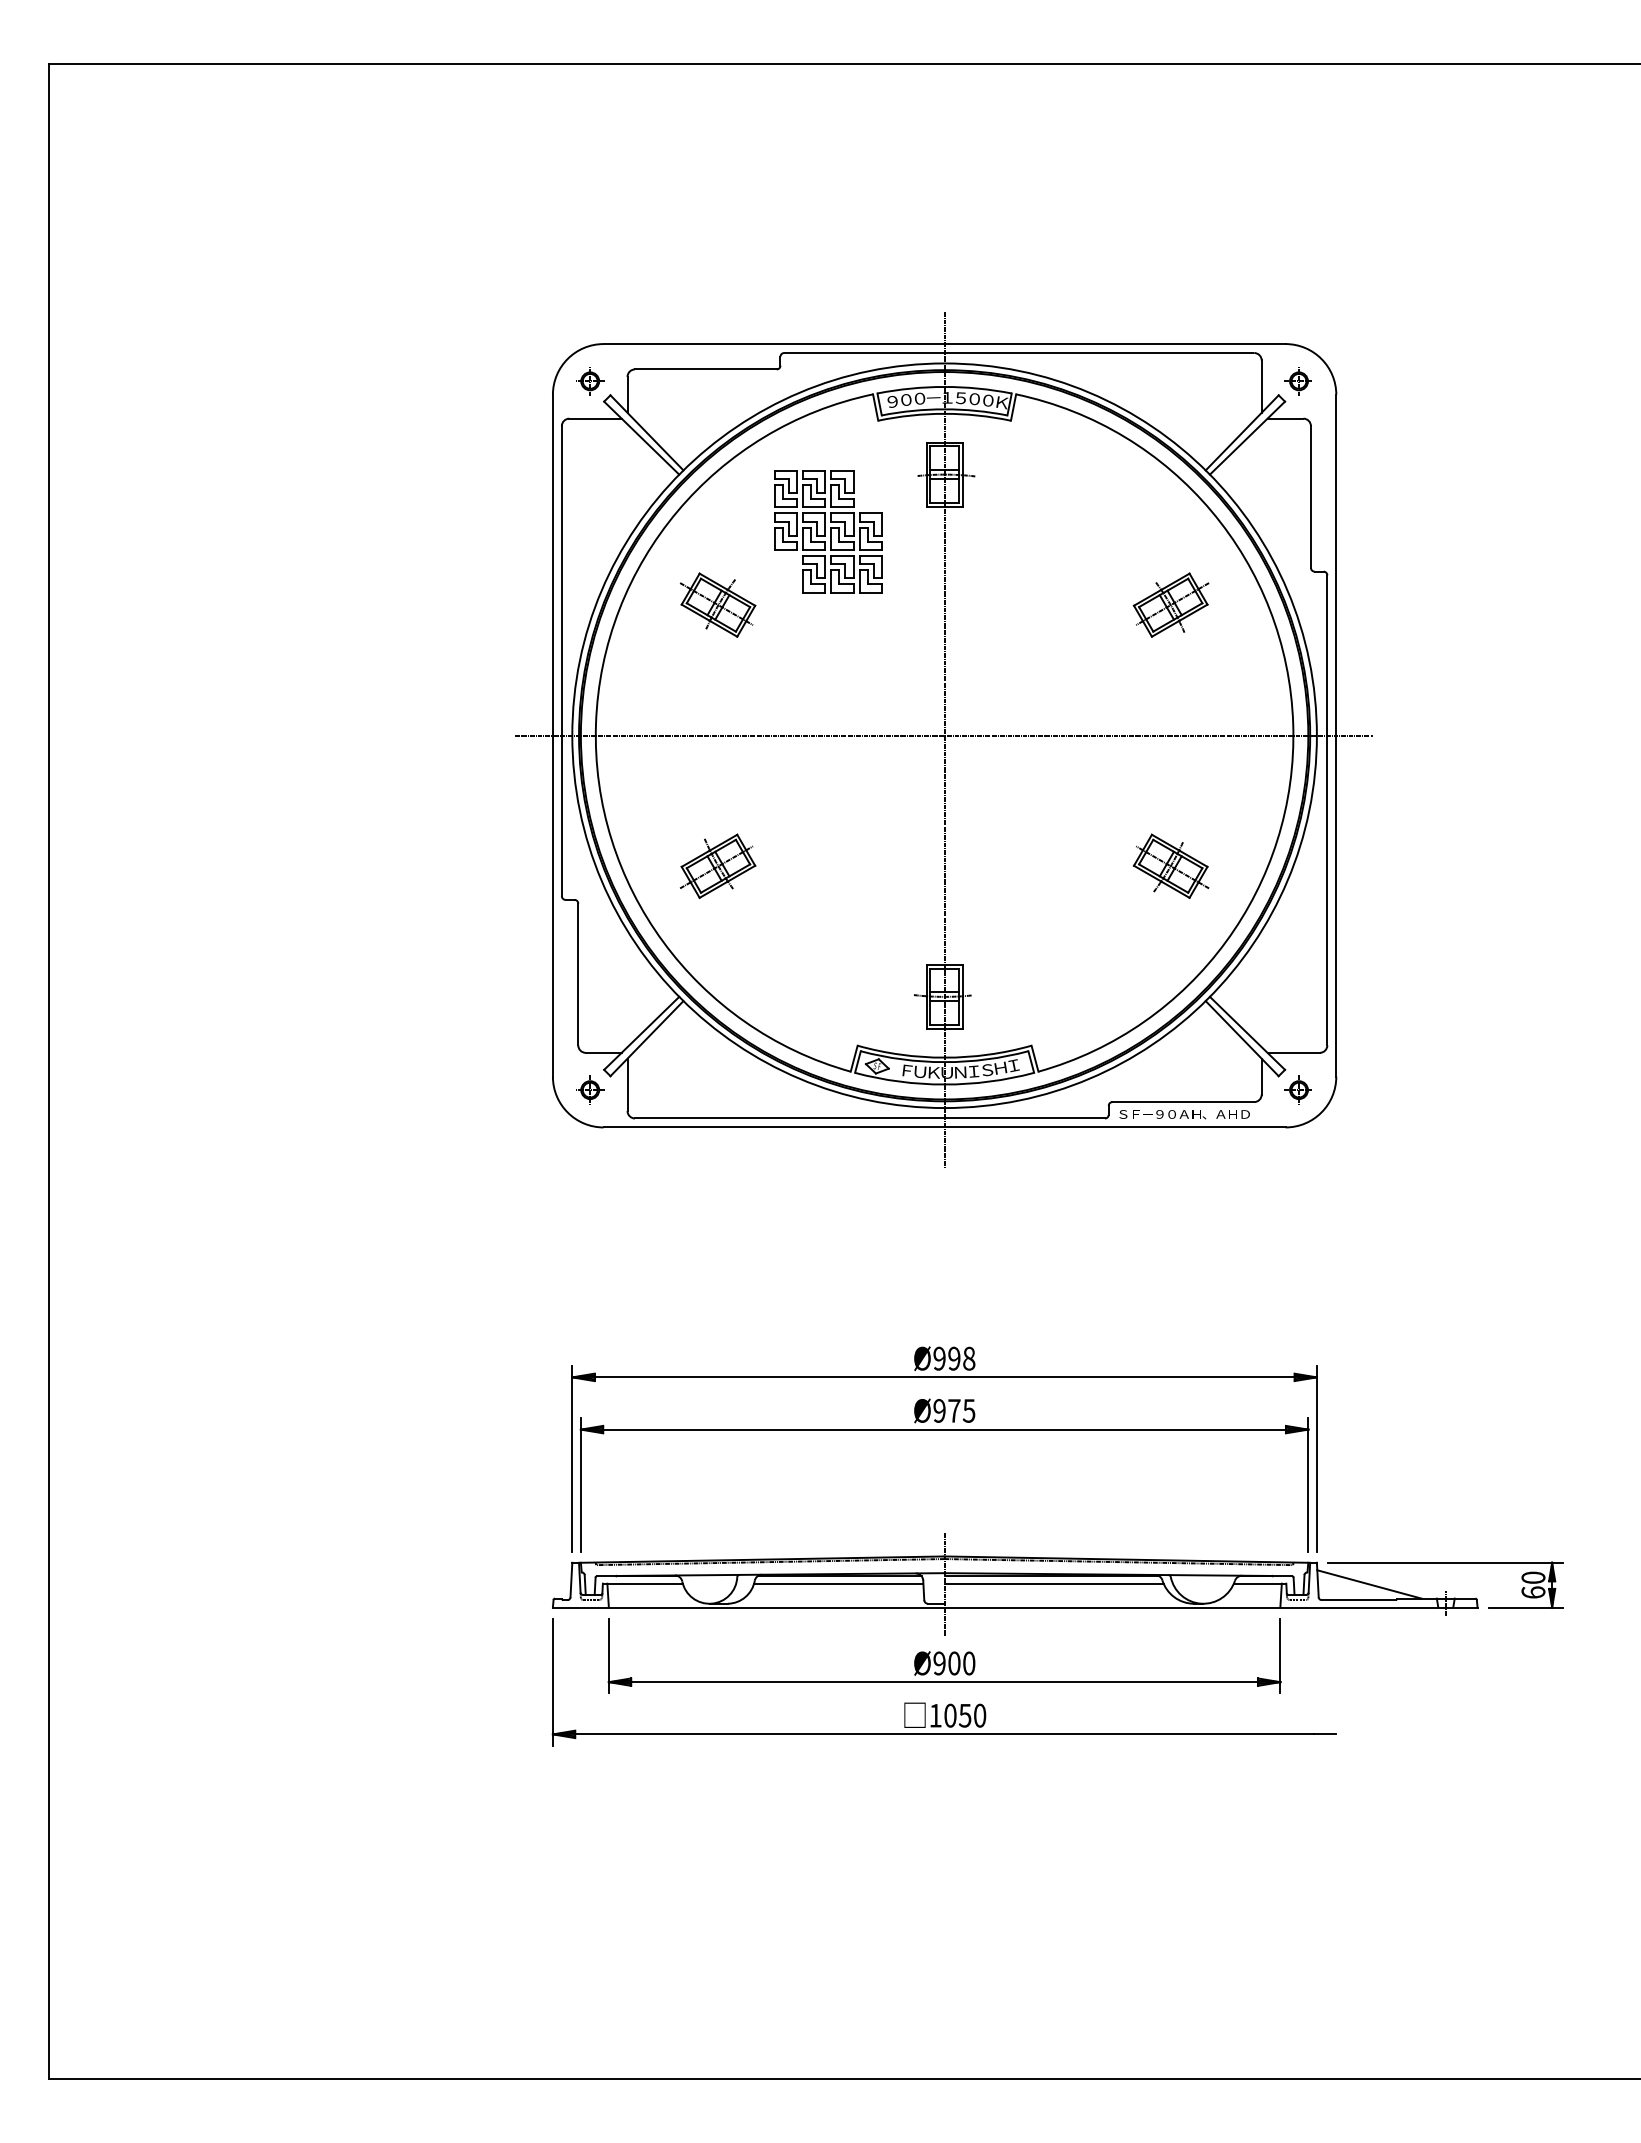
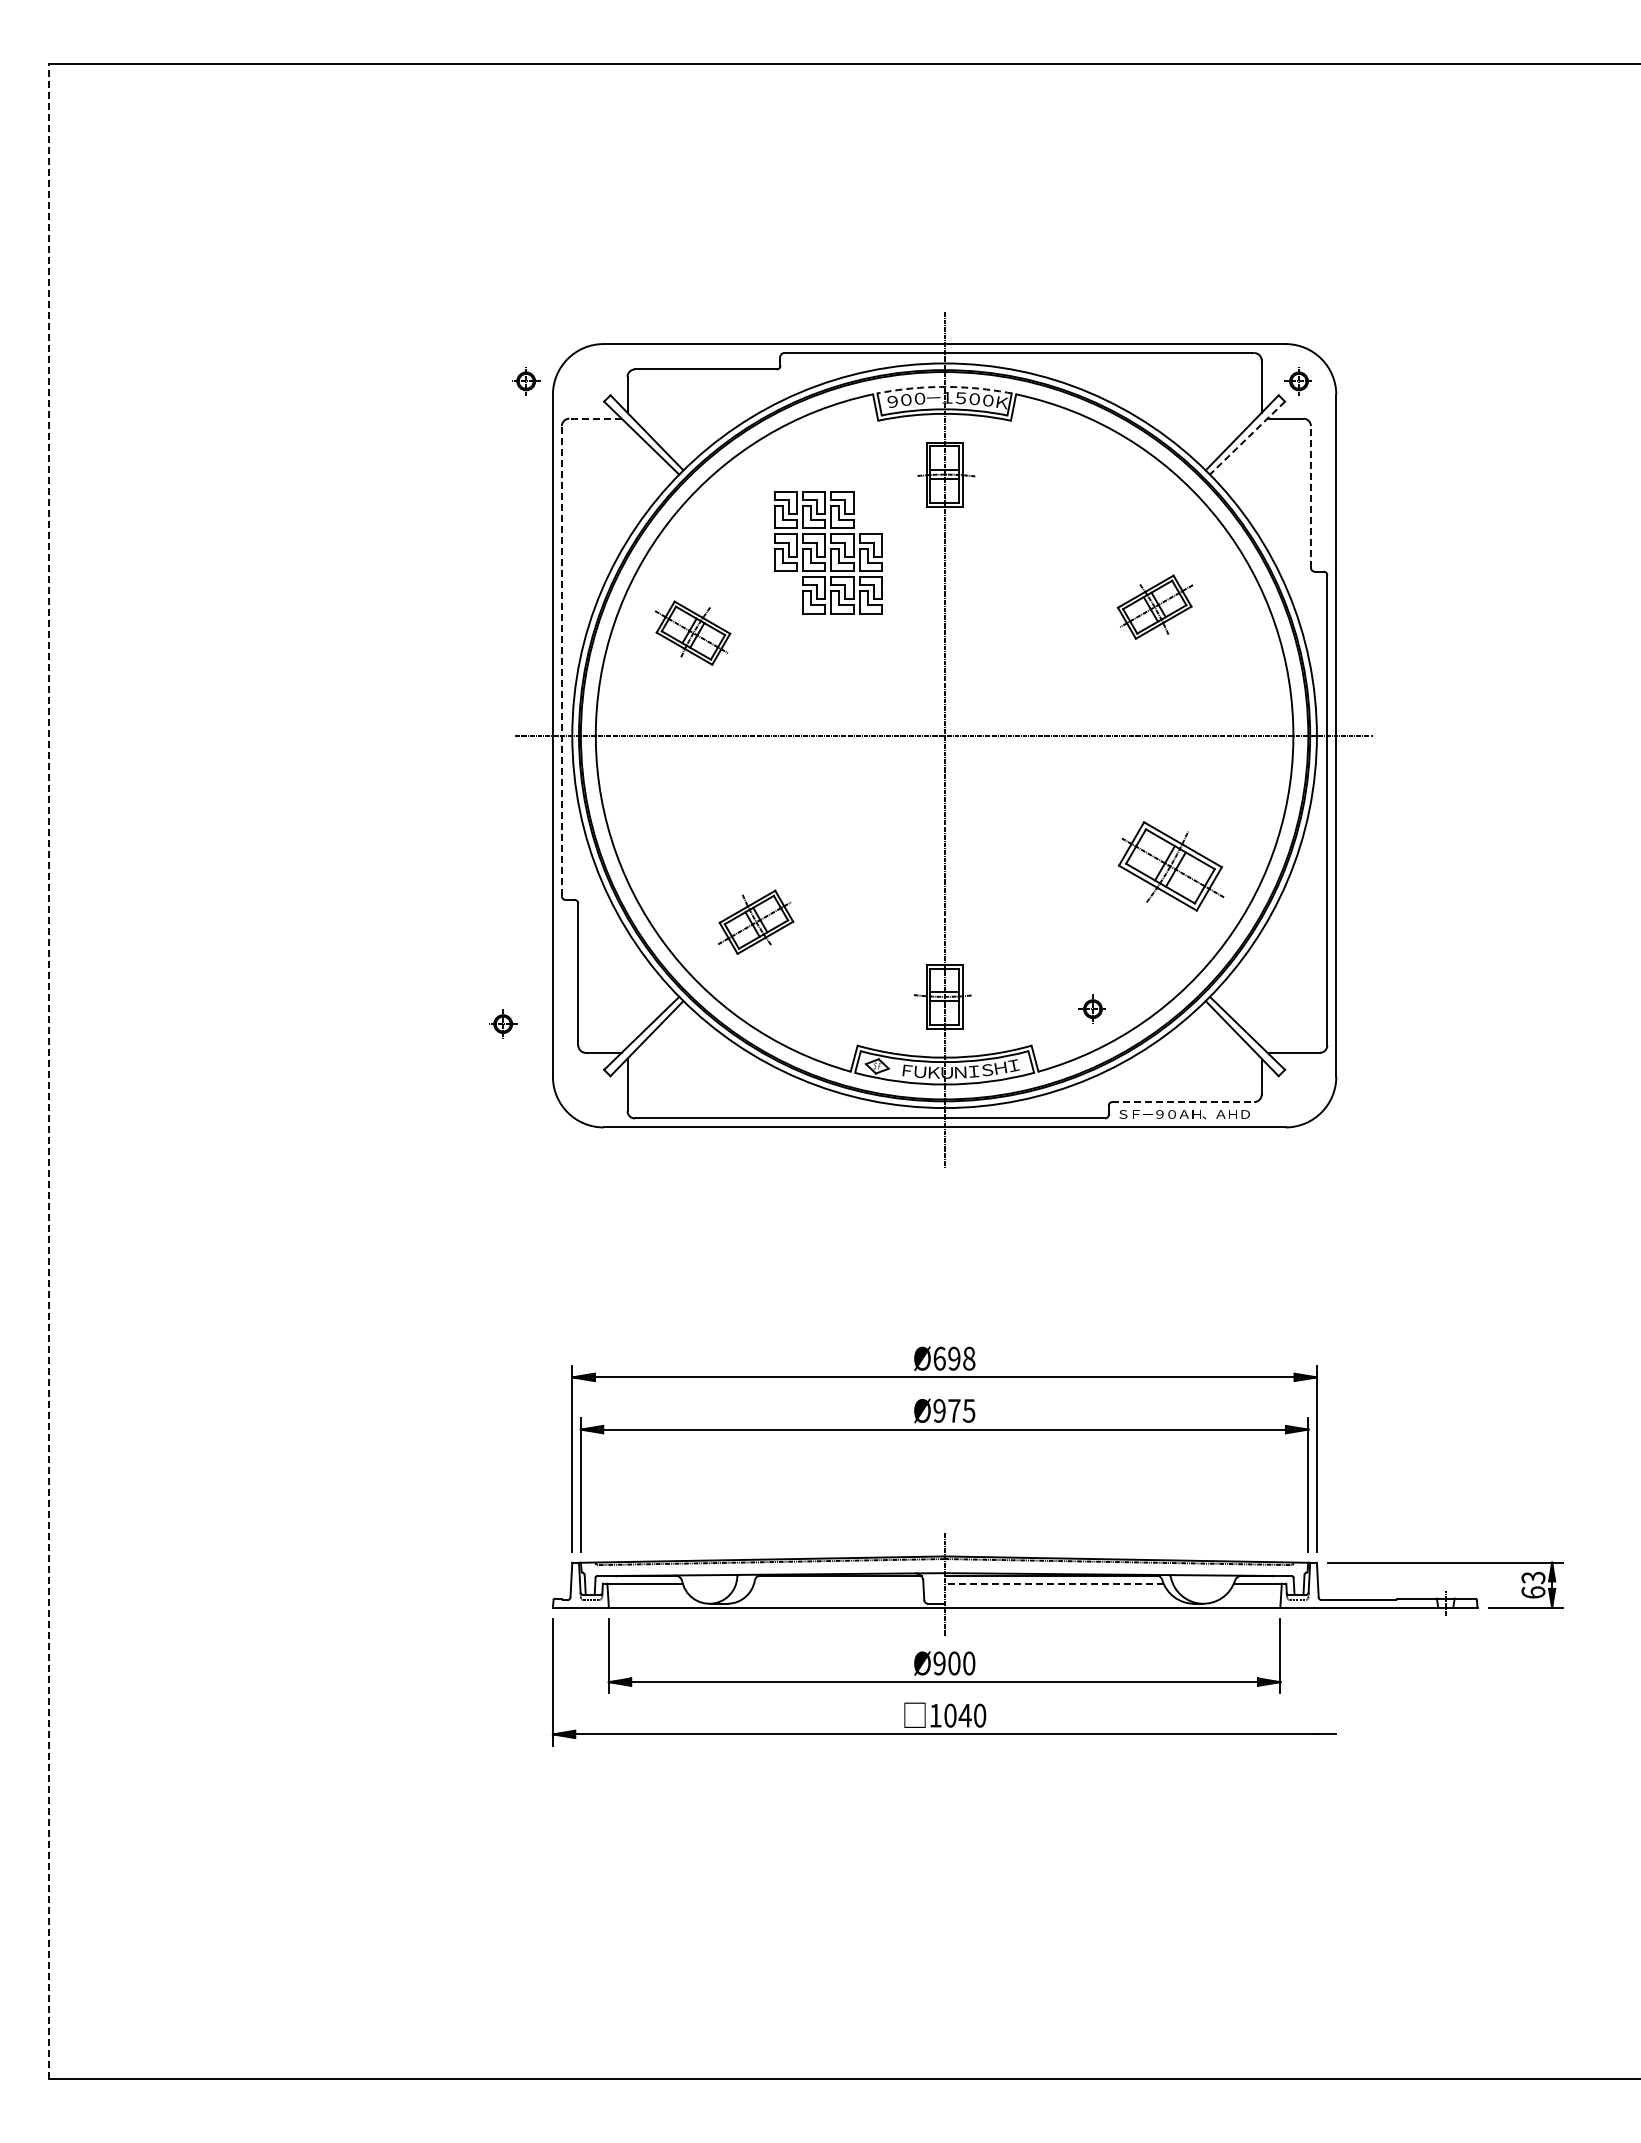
part at (590, 381) position: (590, 381) -> (526, 381)
arc at (944, 386): solid -> dashed
line at (595, 418): solid -> dashed
line at (1247, 438): solid -> dashed
line at (1310, 497): solid -> dashed
part at (828, 531) position: (828, 531) -> (828, 552)
part at (718, 604) position: (718, 604) -> (693, 632)
part at (1170, 604) position: (1170, 604) -> (1154, 606)
line at (561, 660): solid -> dashed
part at (718, 865) position: (718, 865) -> (756, 921)
part at (1171, 865) size: 77x66 px -> 107x91 px
line at (49, 1071): solid -> dashed
part at (590, 1089) position: (590, 1089) -> (503, 1023)
part at (1297, 1089) position: (1297, 1089) -> (1091, 1008)
line at (1183, 1102): solid -> dashed
text at (939, 1358): Ø998 -> Ø698
text at (1533, 1577): 60 -> 63
line at (838, 1583): present -> none
line at (1054, 1583): solid -> dashed
line at (1369, 1584): present -> none
text at (964, 1715): 1050 -> 1040
